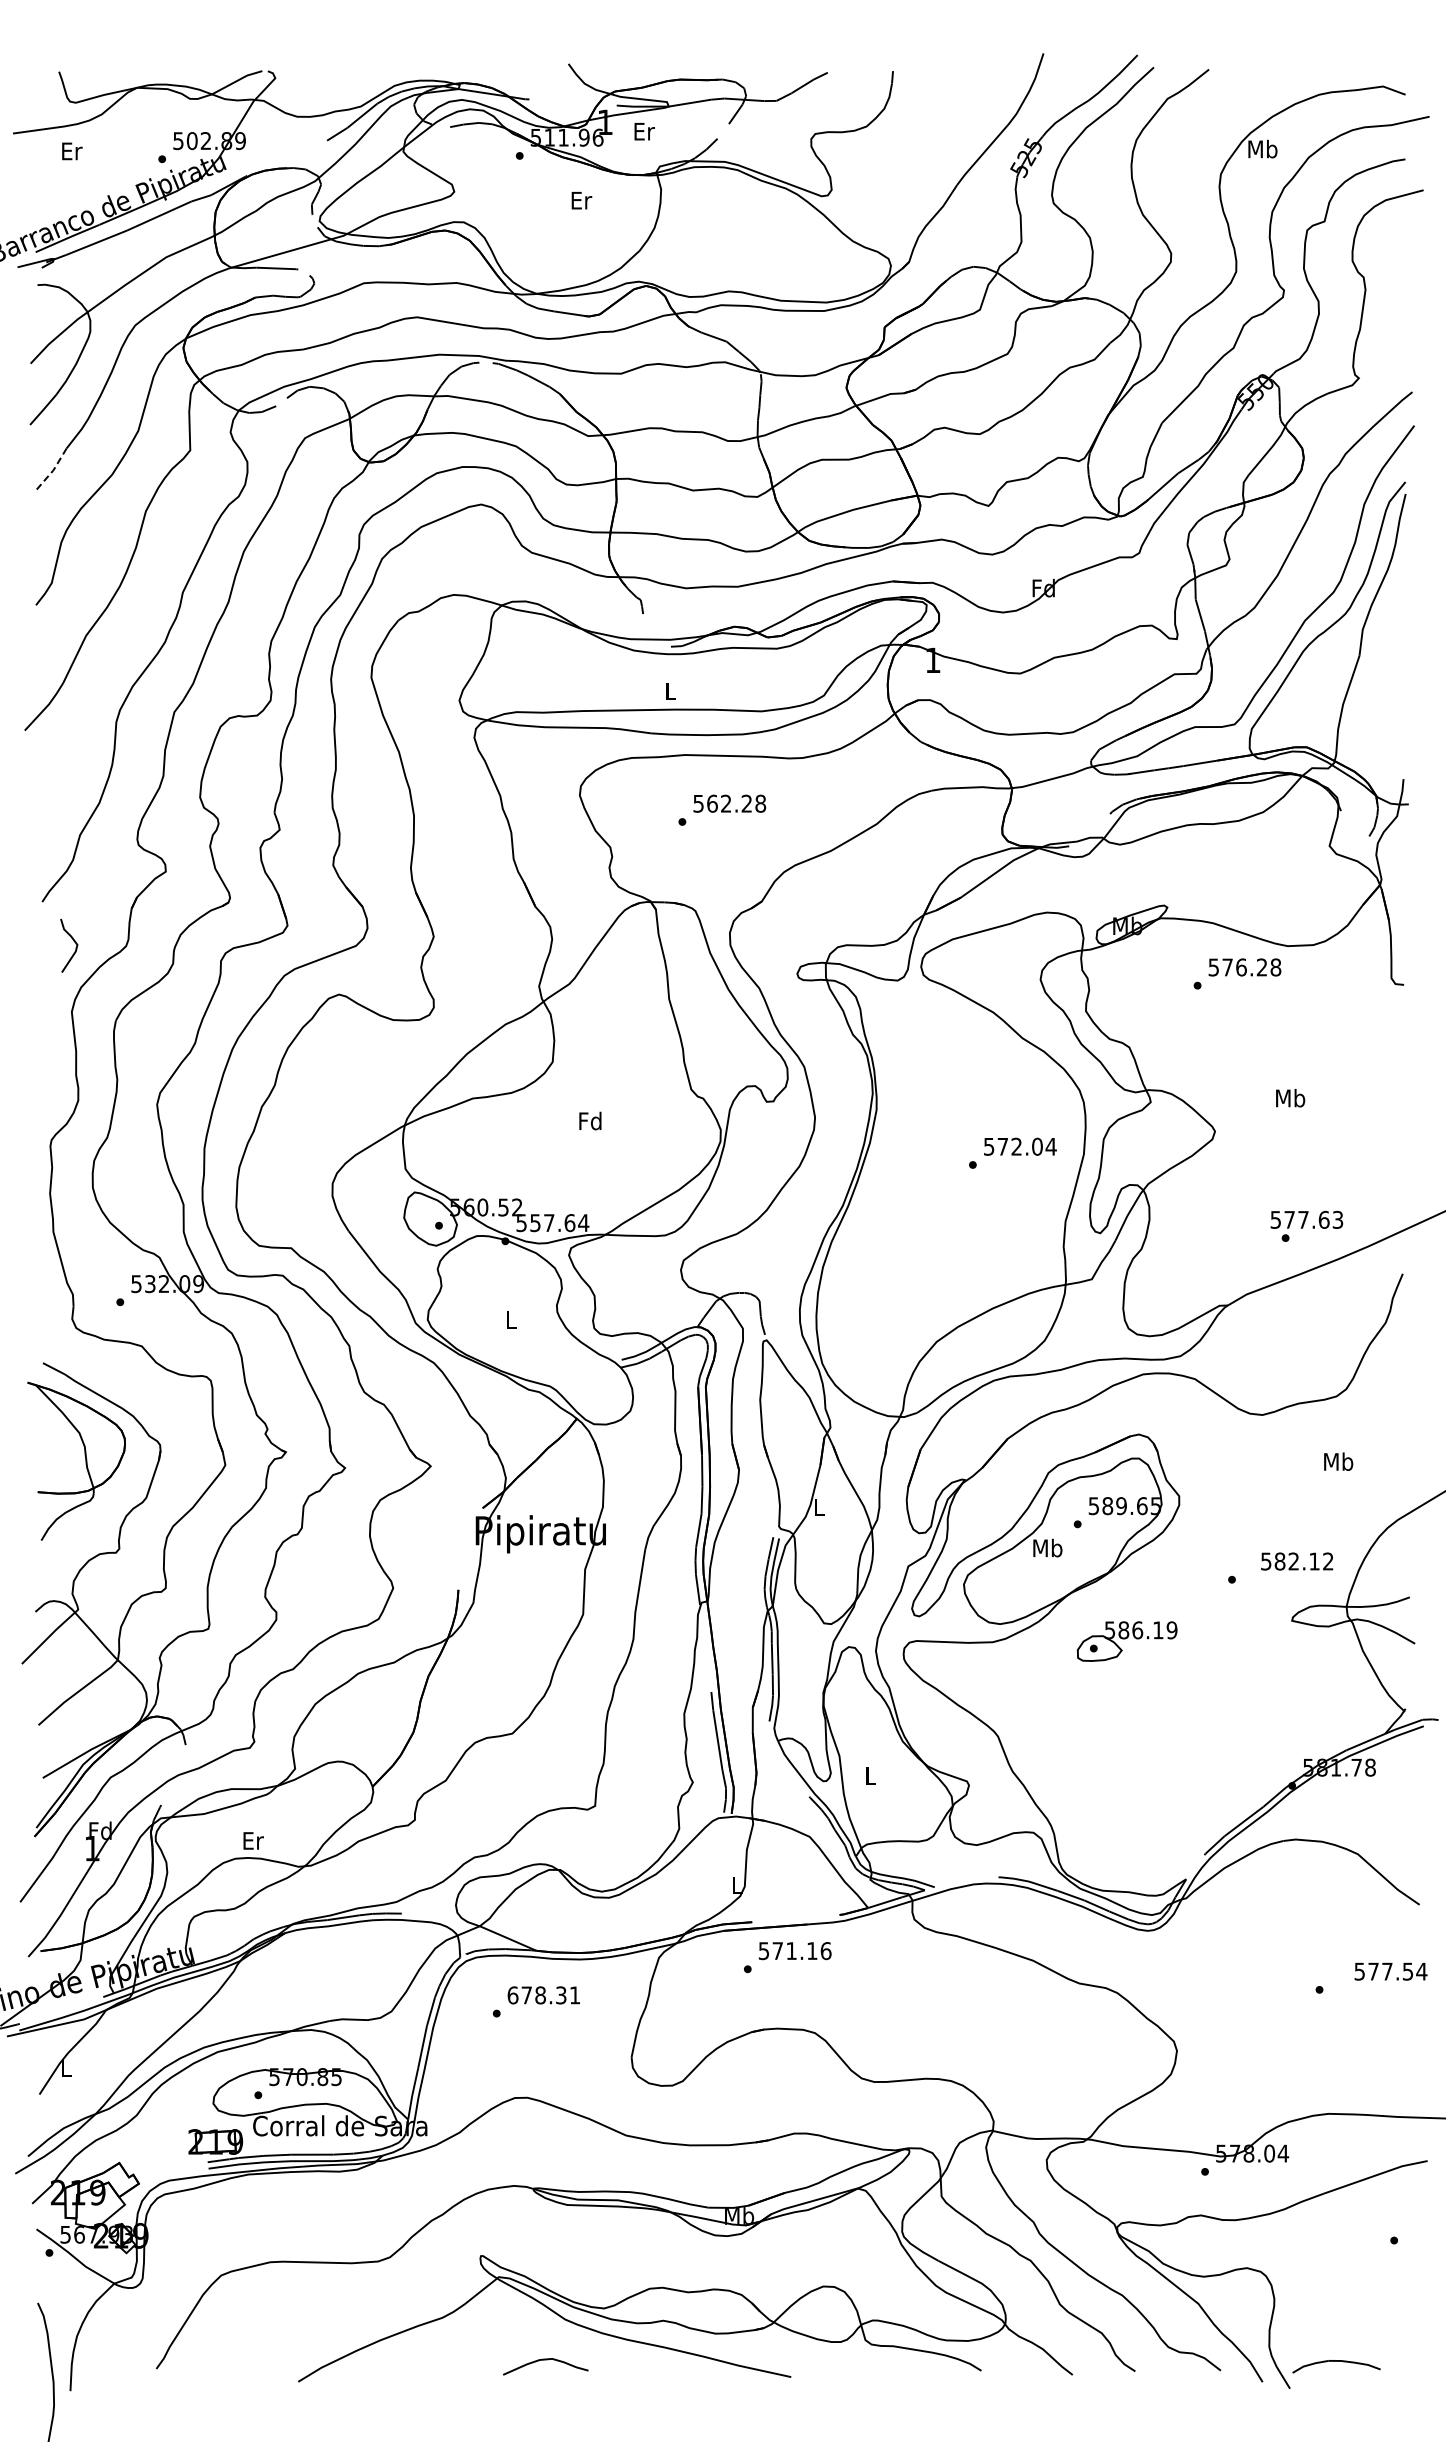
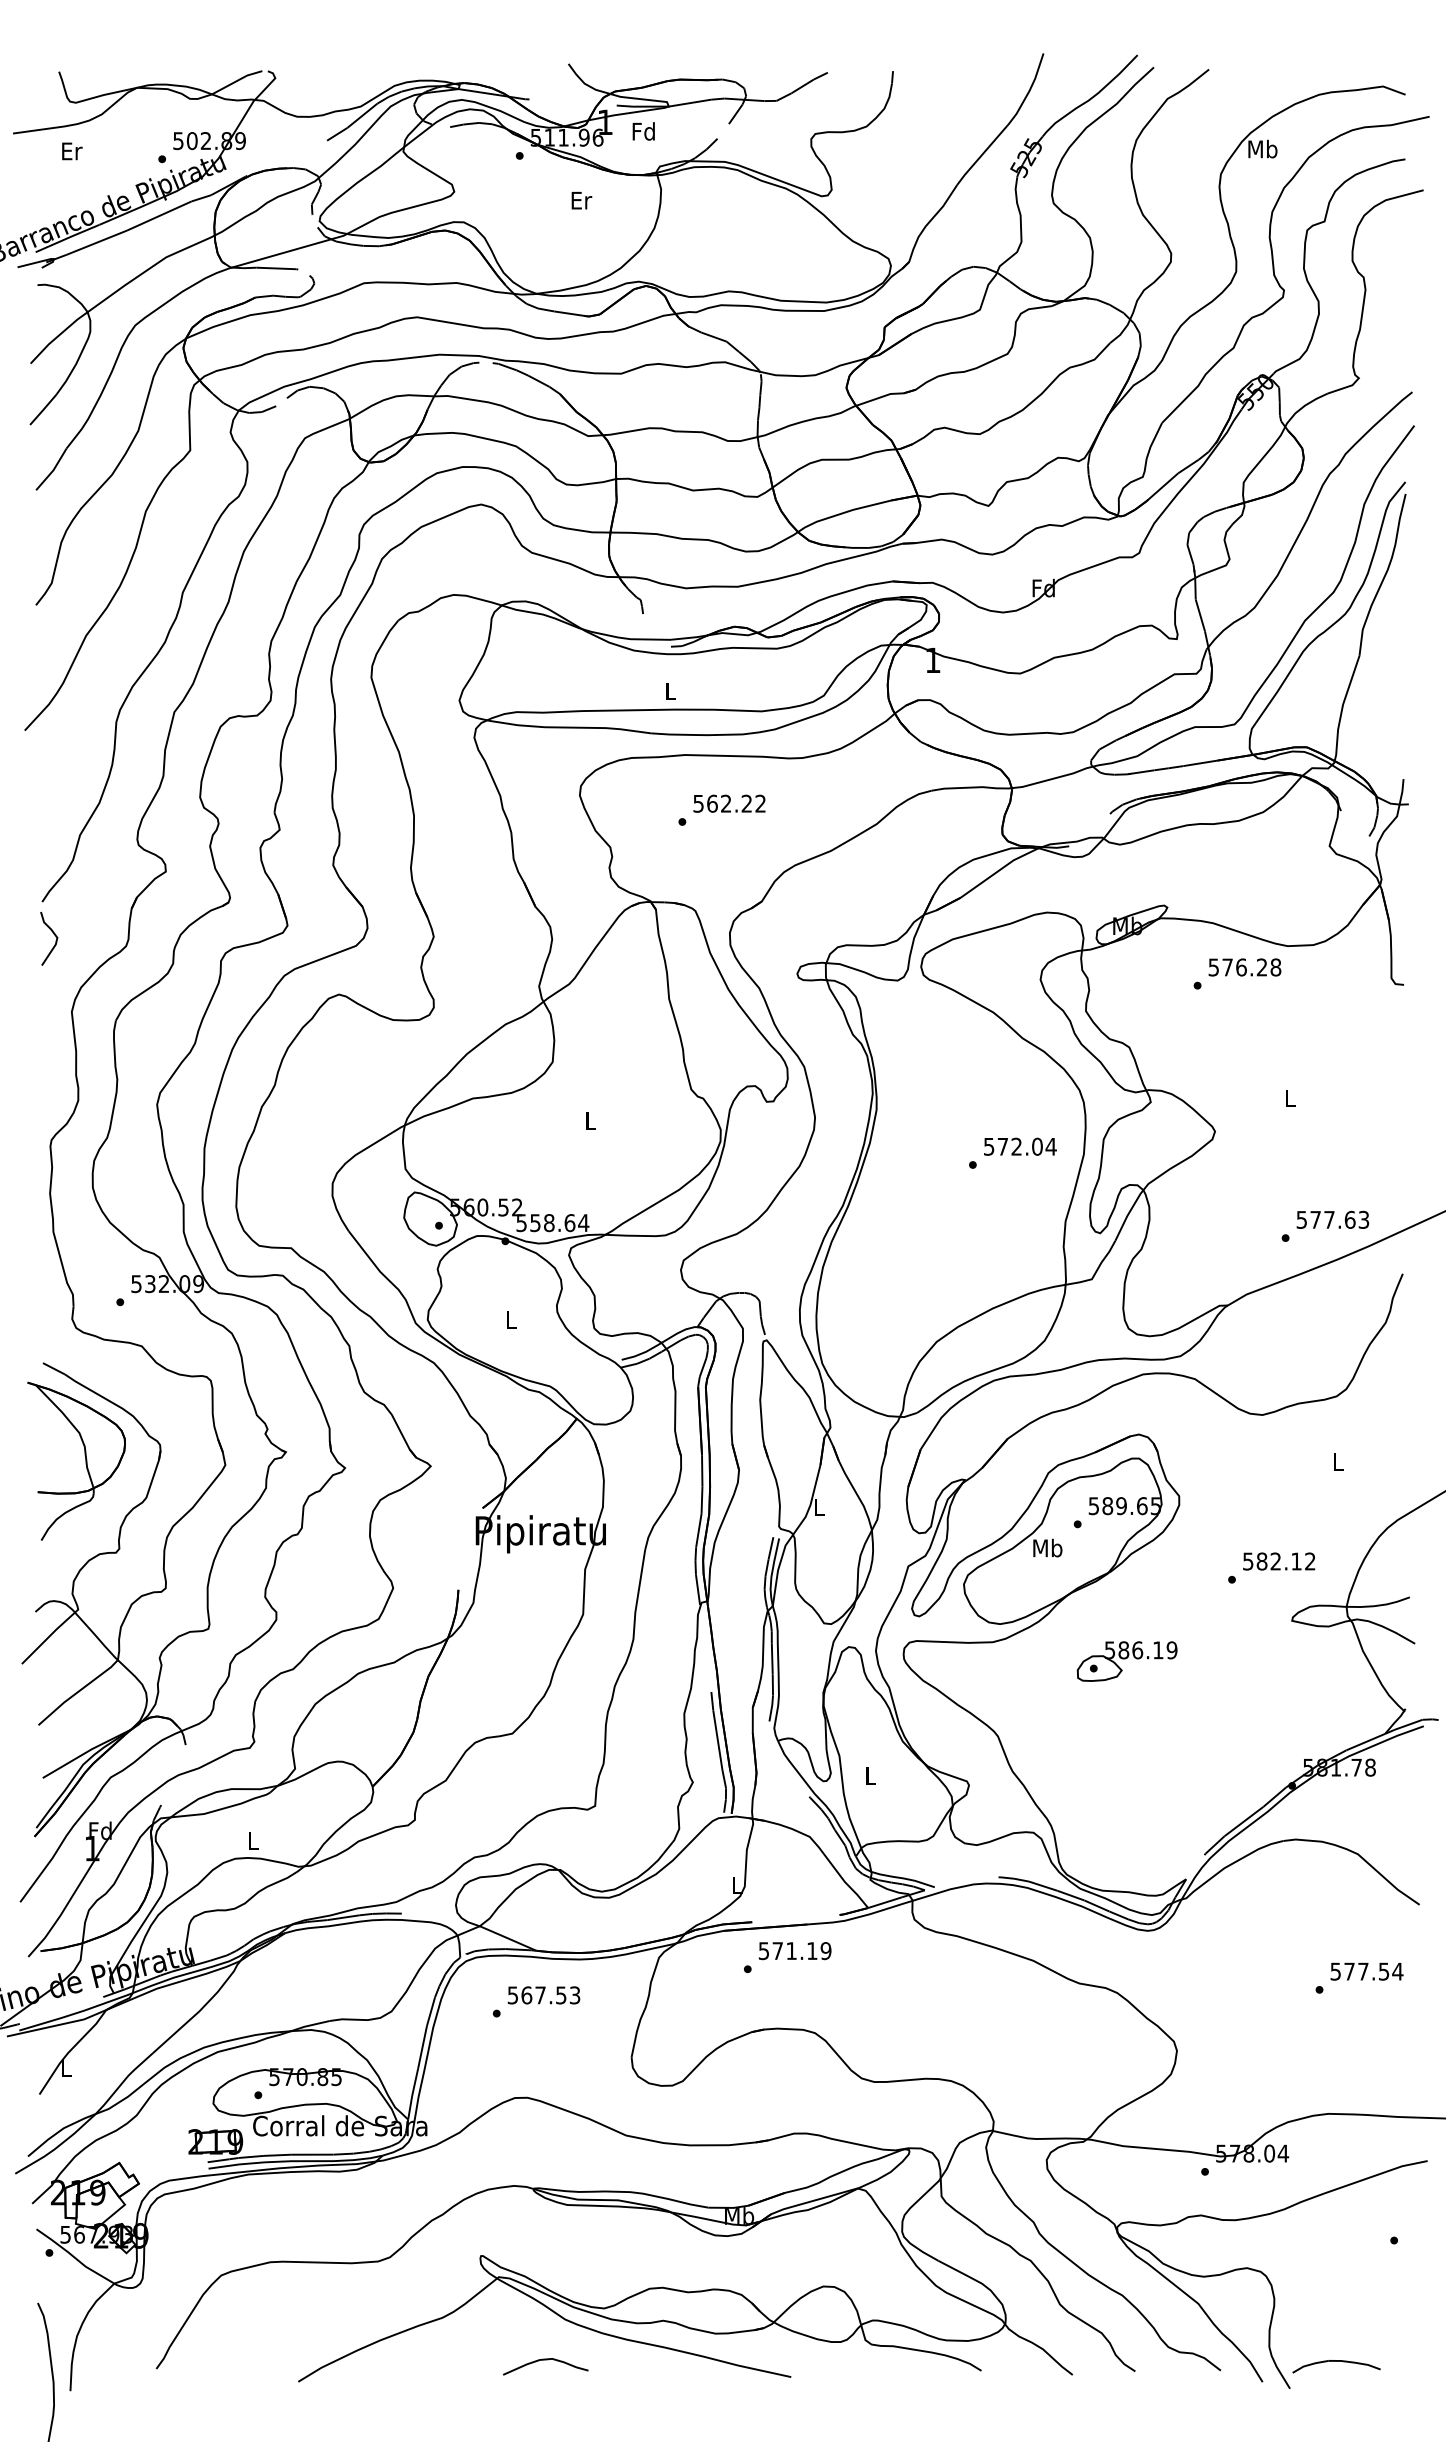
text at (643, 131): Er -> Fd
line at (53, 470): dashed -> solid
text at (760, 803): 562.28 -> 562.22
curve at (73, 941) position: (73, 941) -> (53, 934)
text at (1290, 1098): Mb -> L
text at (590, 1120): Fd -> L
text at (1306, 1219) position: (1306, 1219) -> (1332, 1219)
text at (549, 1223): 557.64 -> 558.64
text at (1338, 1461): Mb -> L
text at (1297, 1561) position: (1297, 1561) -> (1279, 1561)
part at (1126, 1641) position: (1126, 1641) -> (1126, 1661)
text at (253, 1840): Er -> L
text at (825, 1951): 571.16 -> 571.19
text at (1390, 1971) position: (1390, 1971) -> (1366, 1971)
text at (543, 1995): 678.31 -> 567.53
